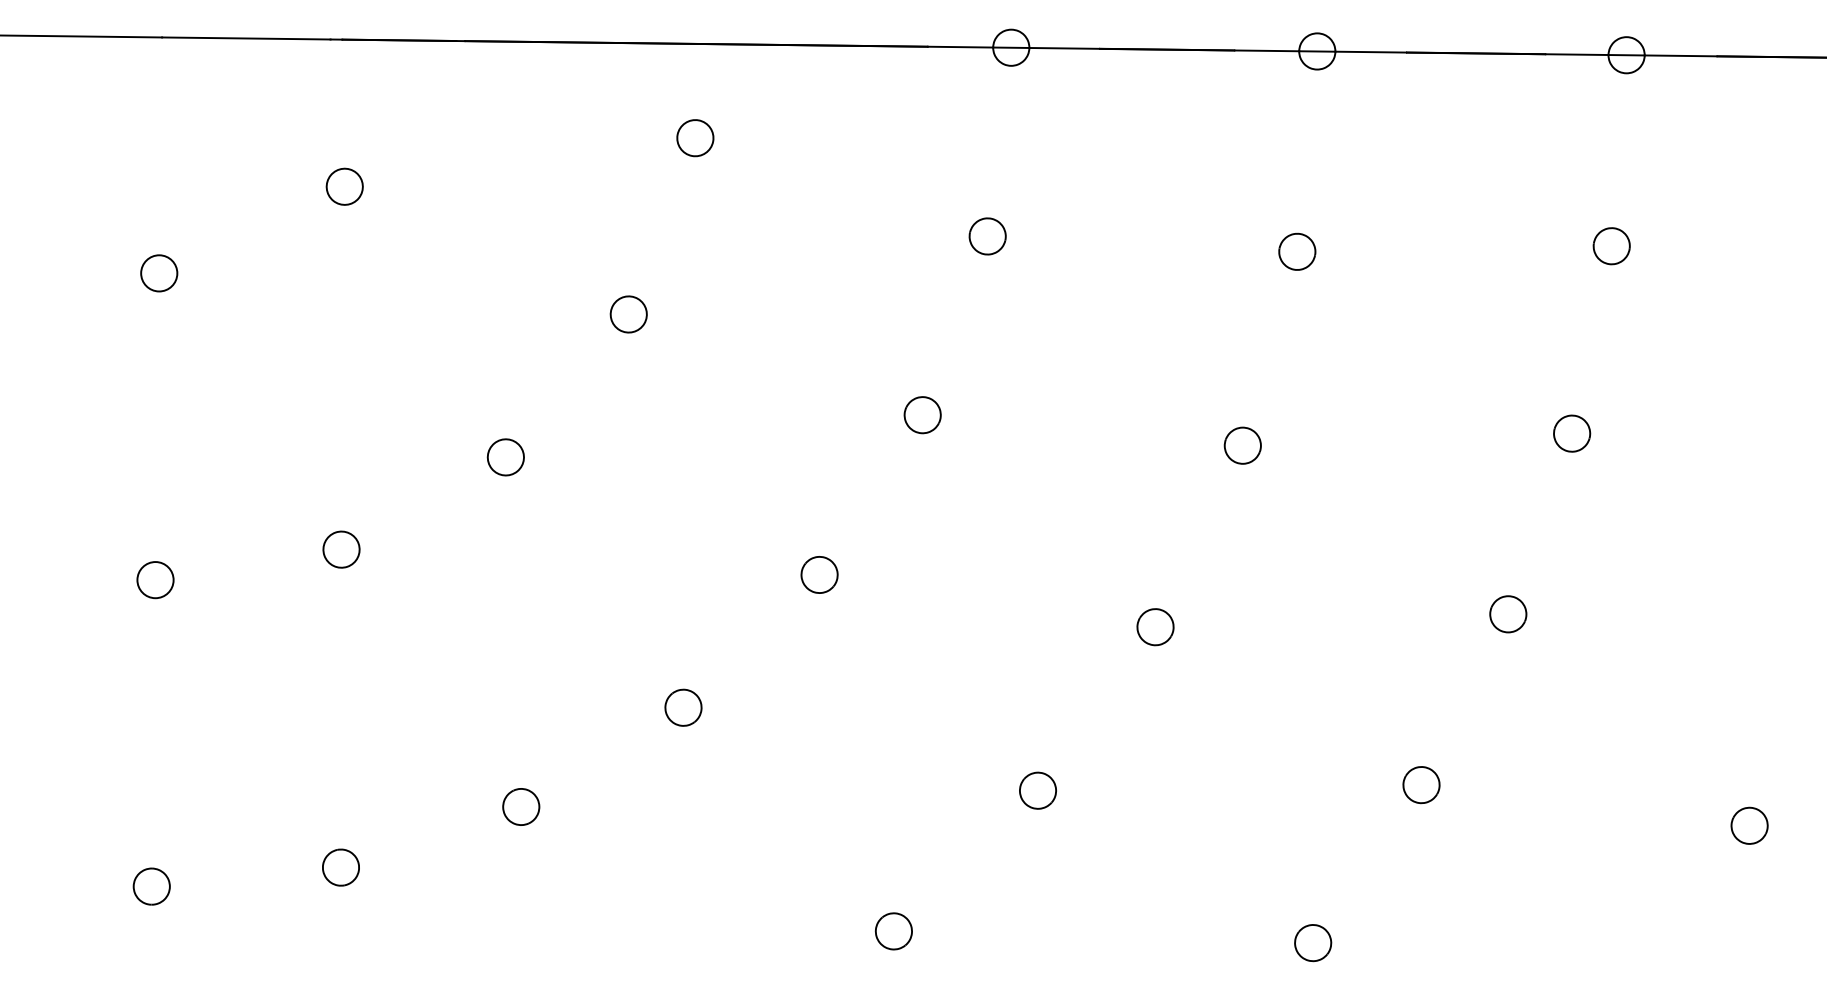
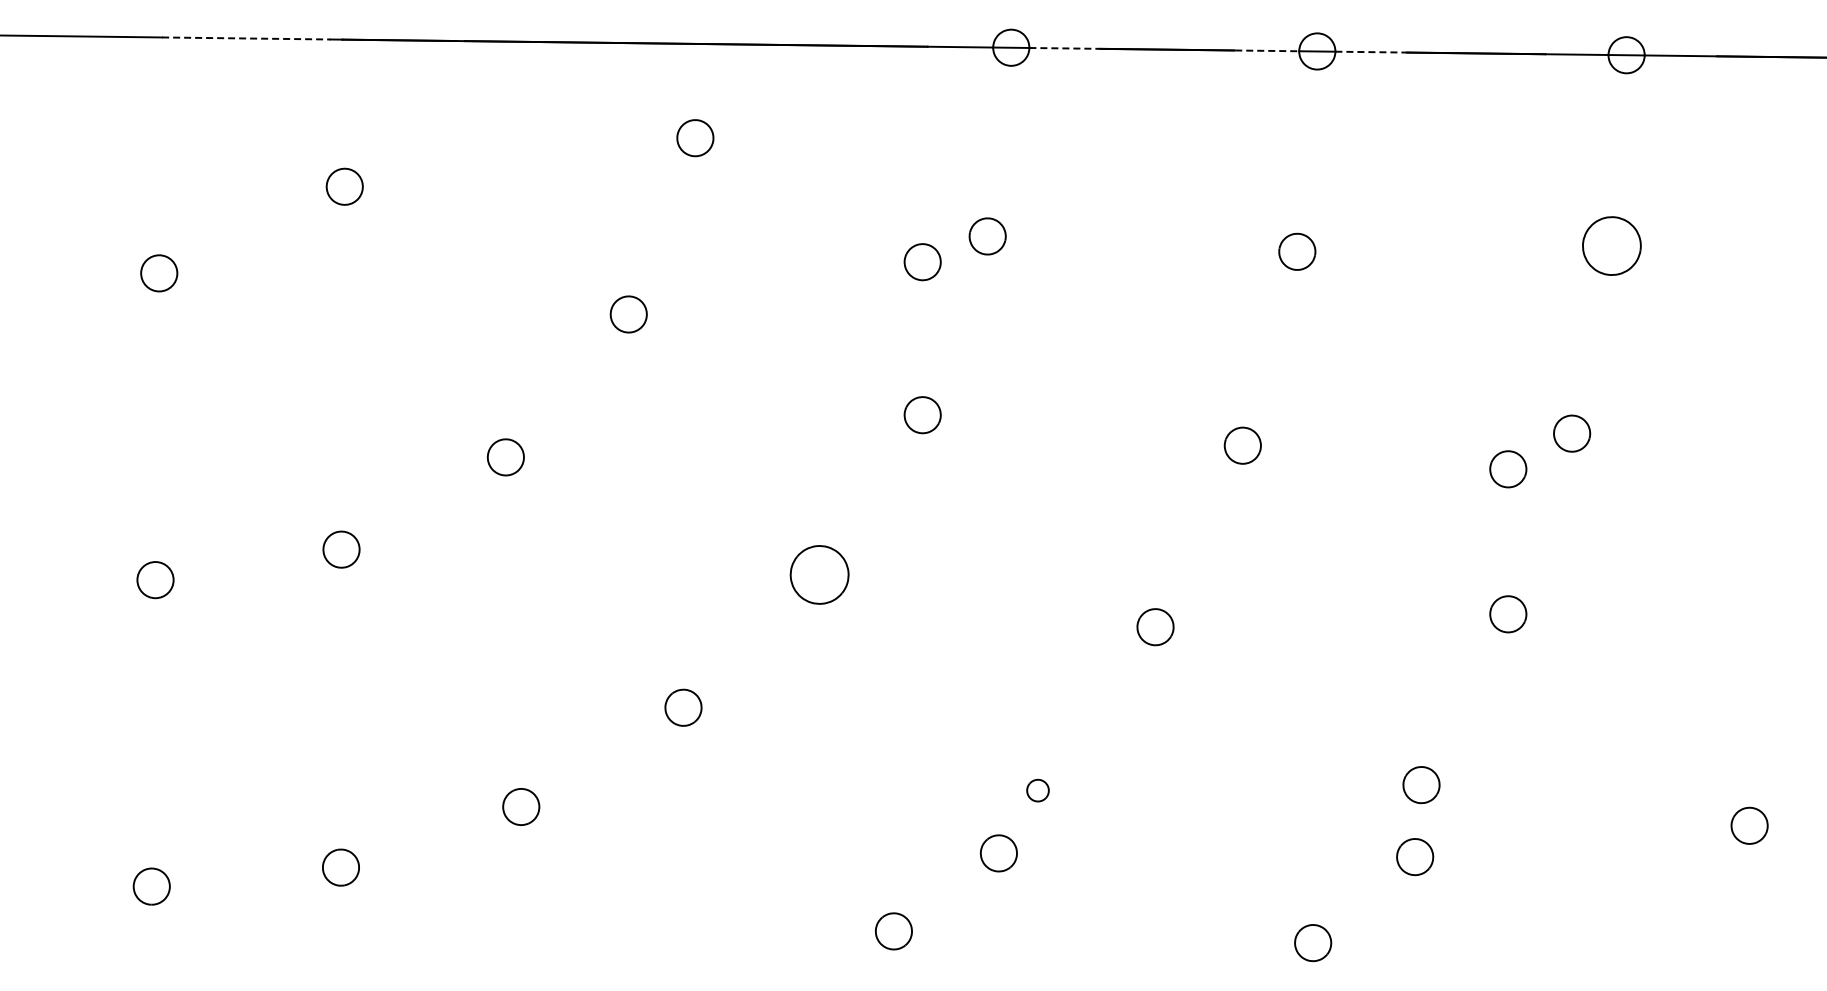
line at (246, 38): solid -> dashed
line at (1064, 48): solid -> dashed
line at (1267, 50): solid -> dashed
line at (1371, 52): solid -> dashed
part at (1611, 246) size: 39x39 px -> 60x60 px
part at (922, 262): none -> present
part at (1508, 469): none -> present
part at (819, 574) size: 39x38 px -> 61x60 px
part at (1037, 790) size: 38x39 px -> 24x25 px
part at (998, 853): none -> present
part at (1415, 857): none -> present
